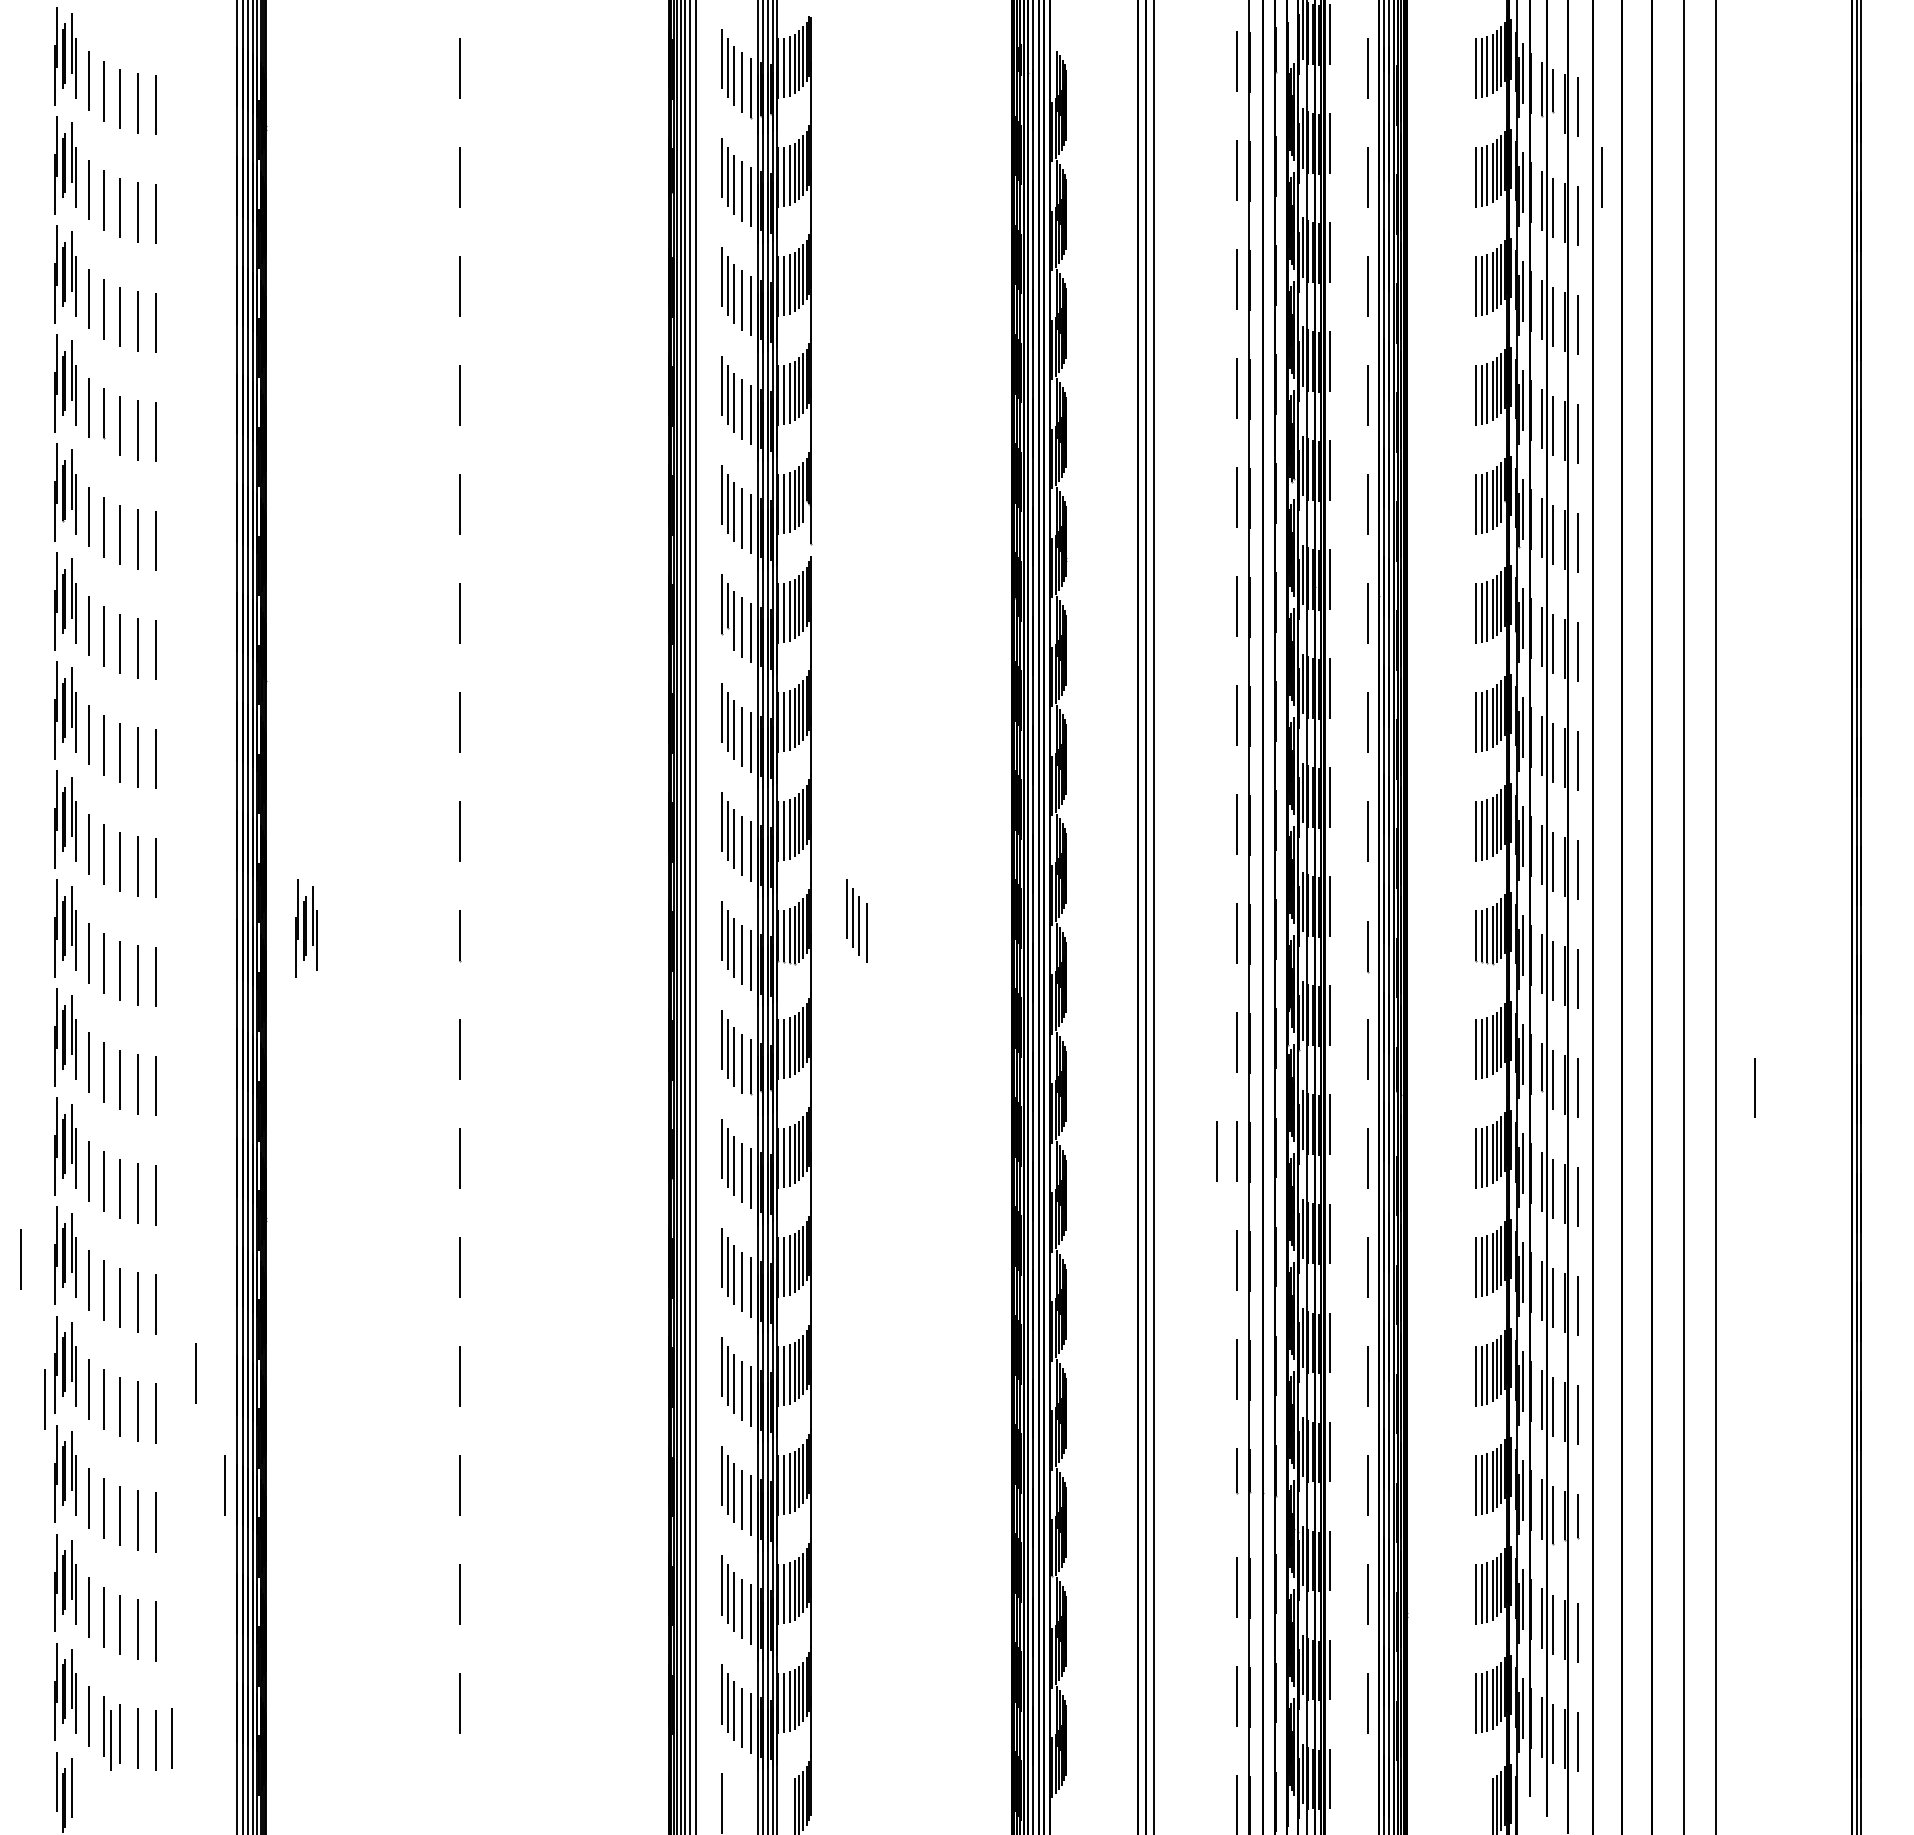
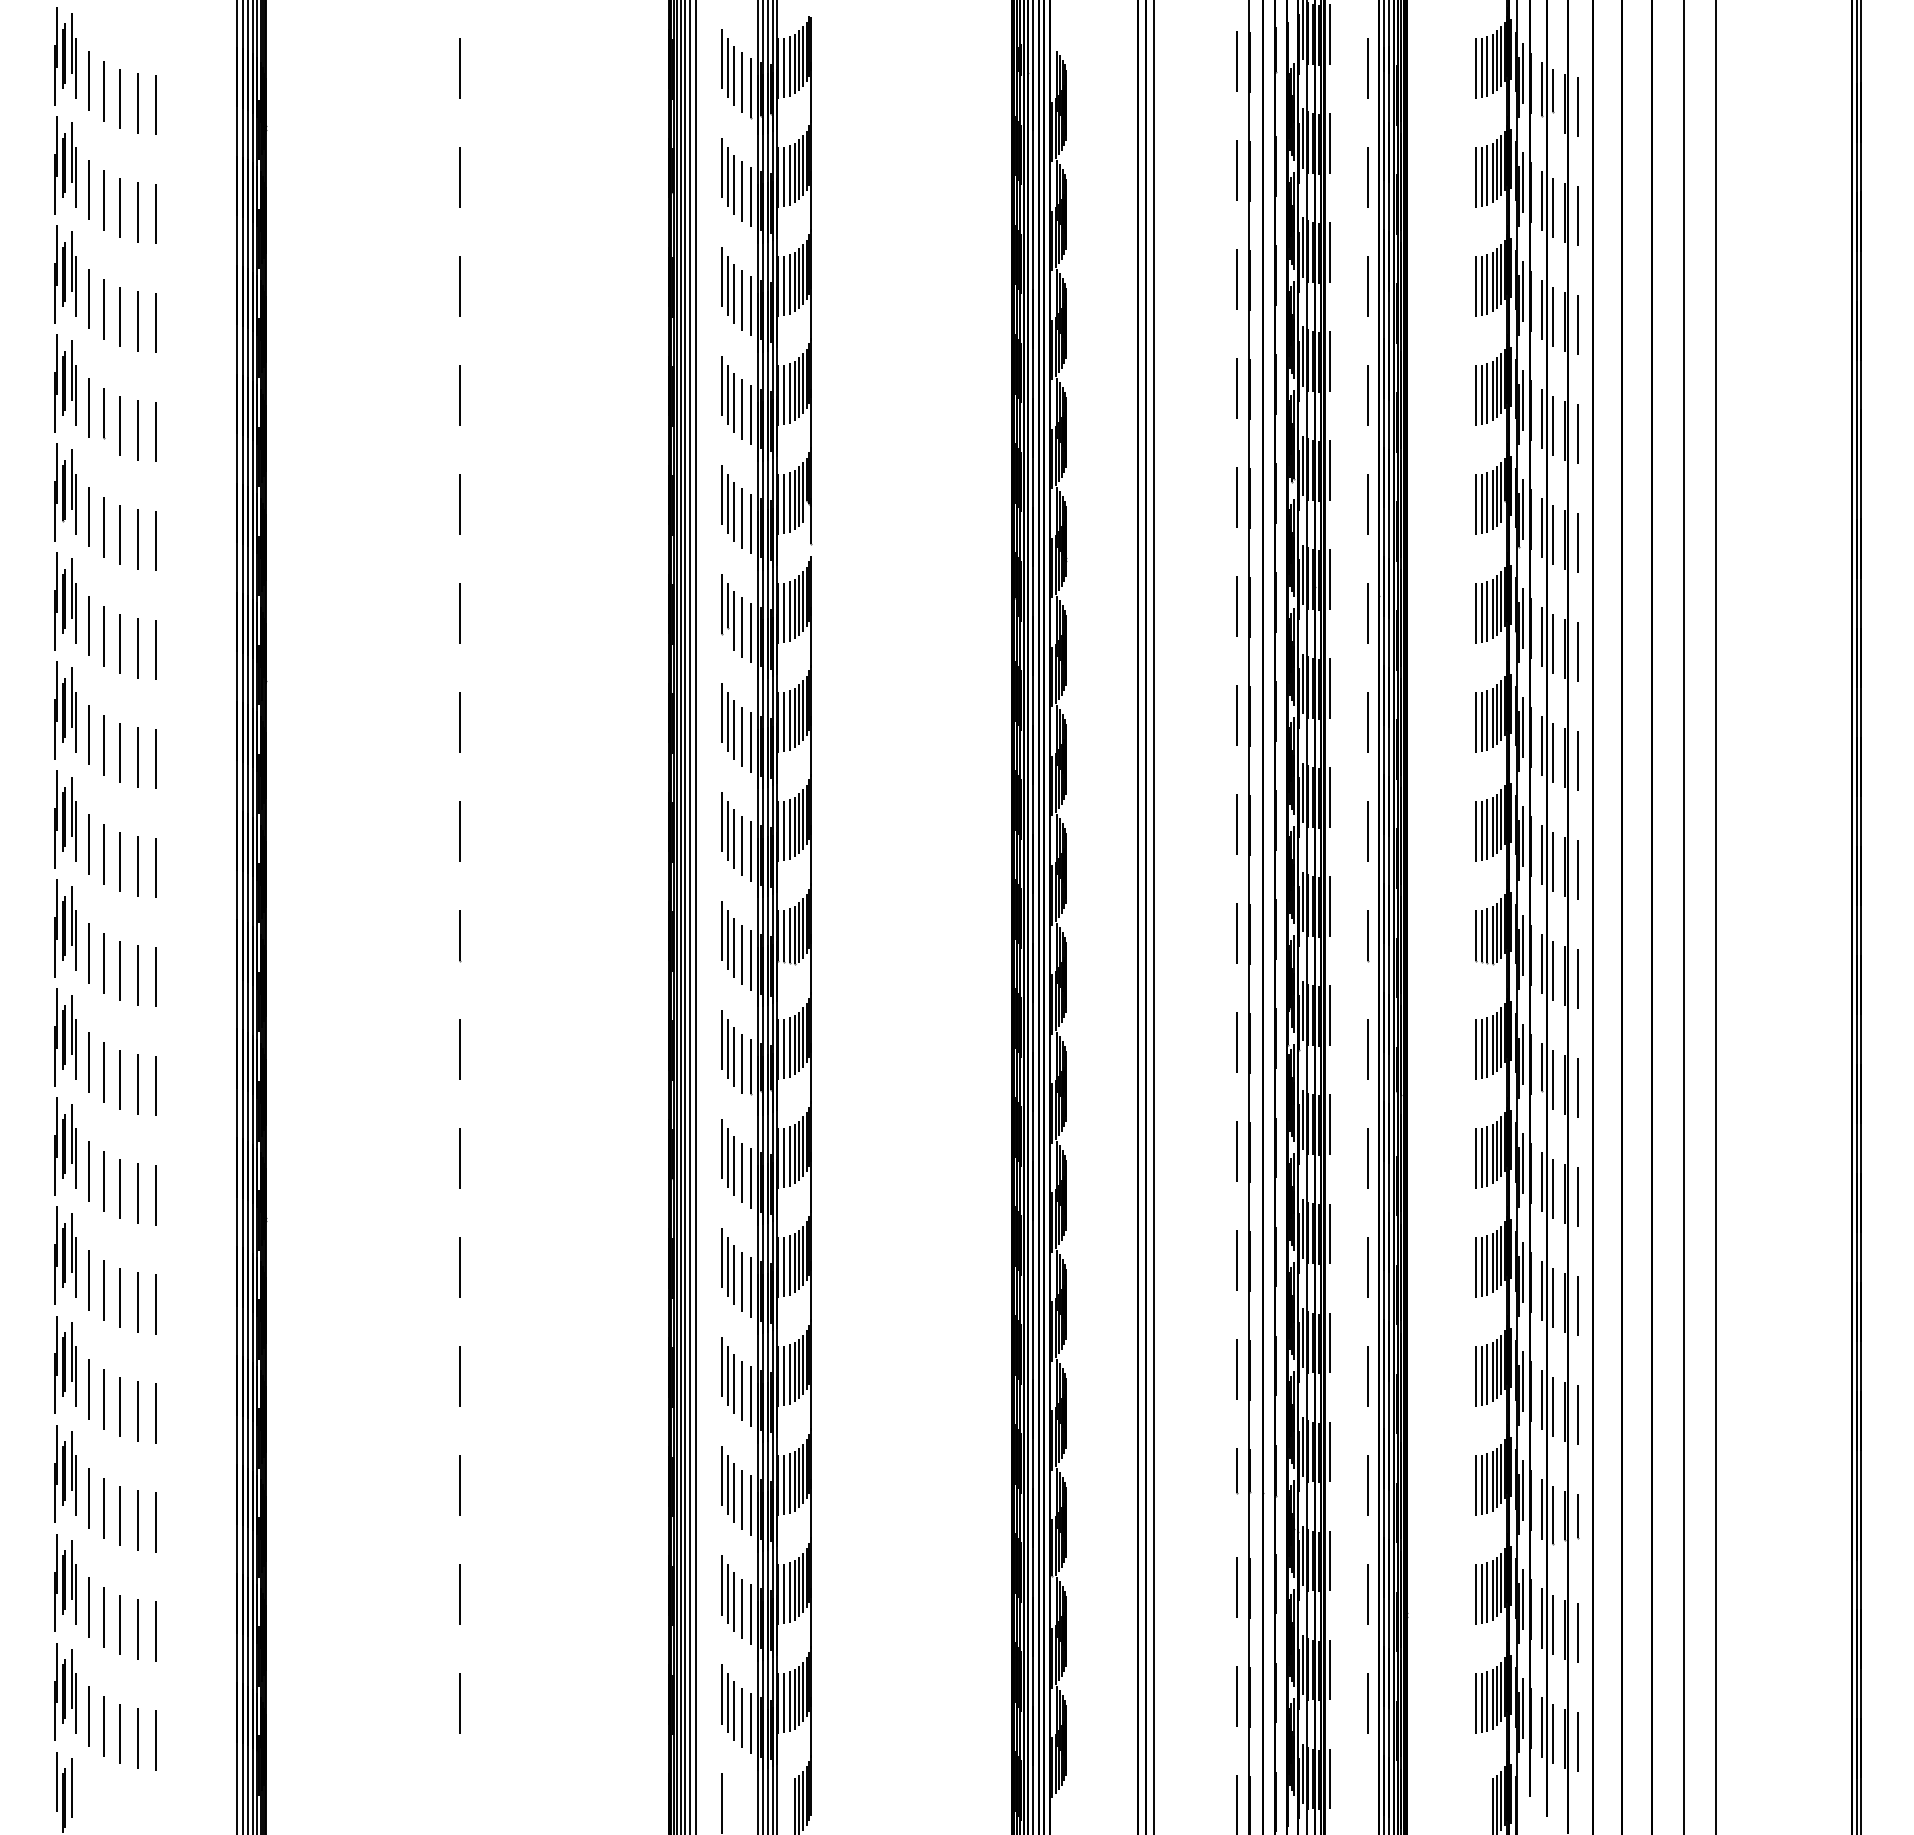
line at (1601, 177): present -> none
part at (856, 920): present -> none
part at (306, 928): present -> none
line at (1368, 947) position: (1368, 947) -> (1368, 936)
line at (1754, 1087): present -> none
line at (1216, 1151): present -> none
line at (20, 1259): present -> none
line at (195, 1373): present -> none
line at (44, 1399): present -> none
line at (224, 1485): present -> none
line at (171, 1738): present -> none
line at (110, 1740): present -> none
